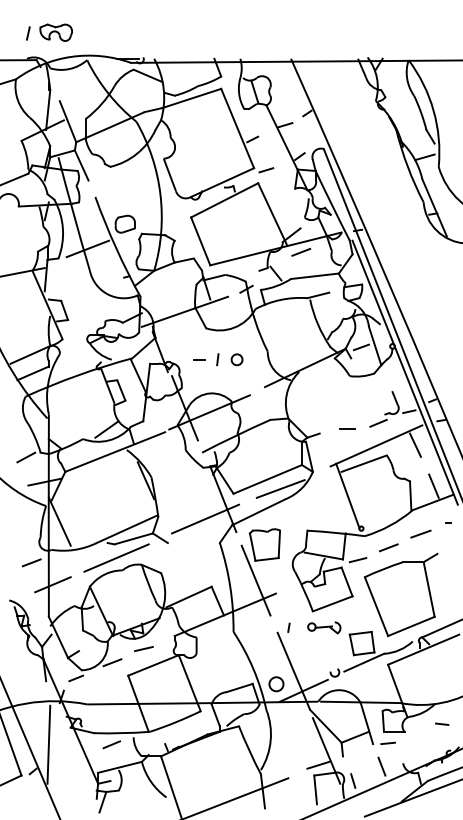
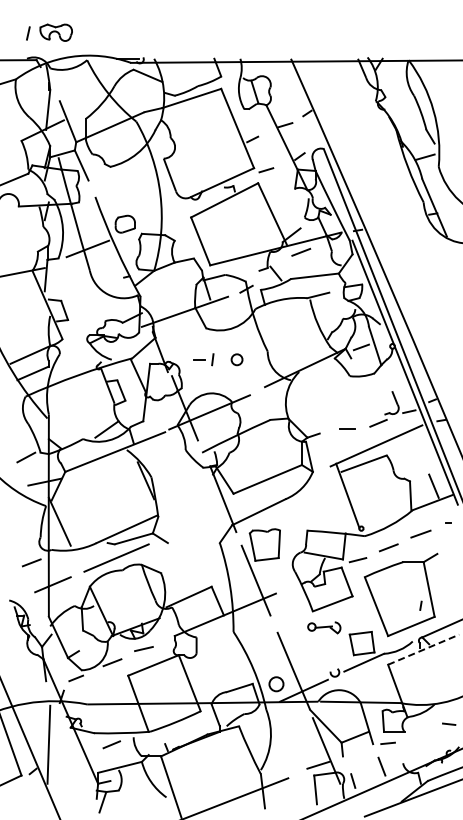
line at (217, 359) position: (217, 359) -> (212, 359)
line at (415, 444): present -> none
line at (280, 488): present -> none
line at (205, 518): present -> none
line at (288, 627) position: (288, 627) -> (420, 605)
line at (423, 649): solid -> dashed
line at (442, 723) position: (442, 723) -> (449, 723)
